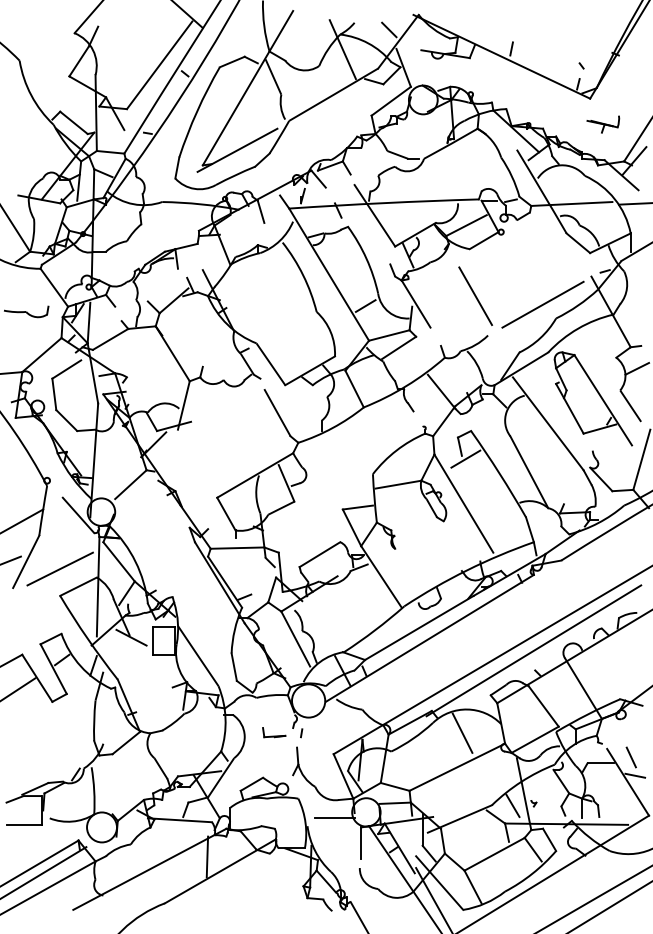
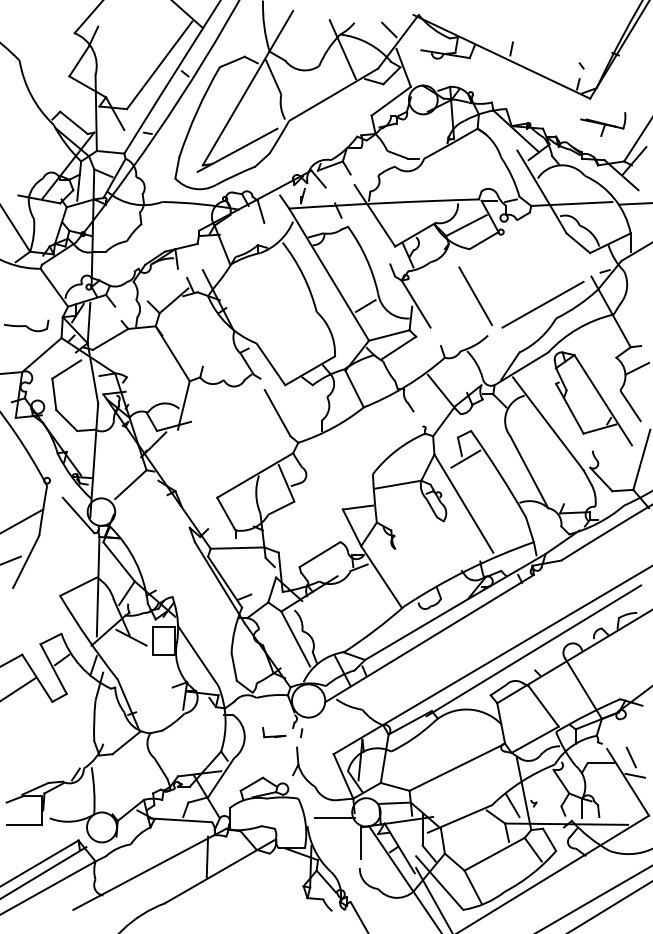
part at (603, 124) size: 35x19 px -> 47x25 px
part at (26, 311) position: (26, 311) -> (26, 325)
line at (59, 568): present -> none
line at (462, 732): present -> none
